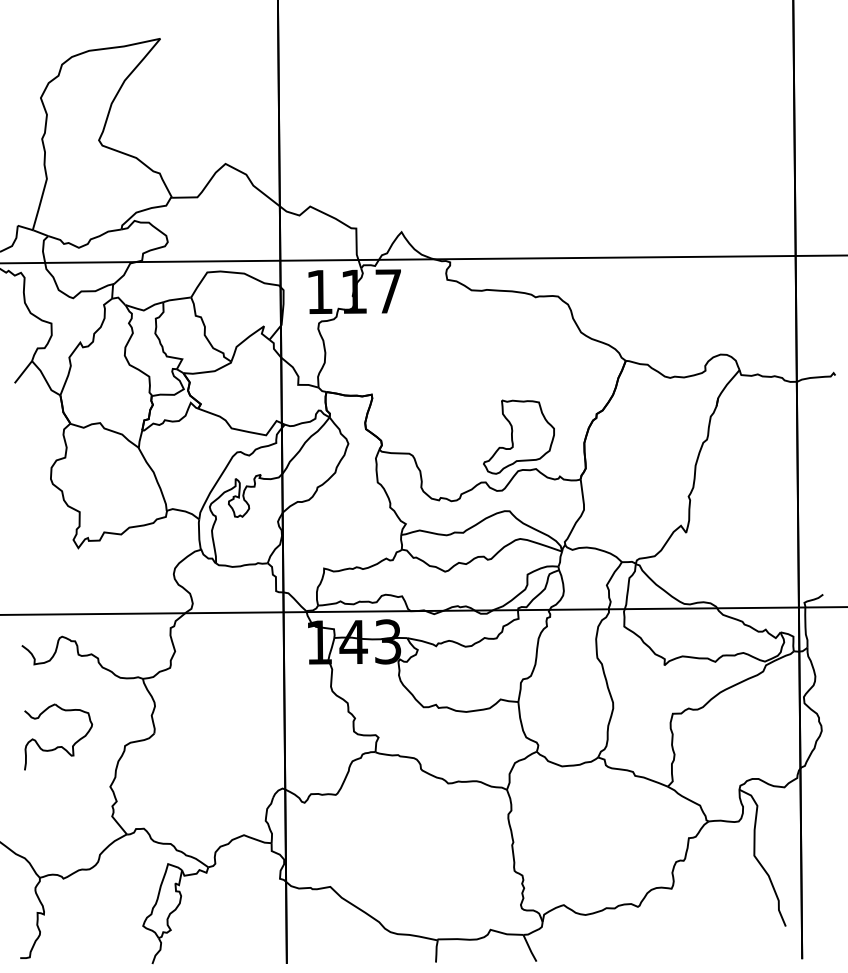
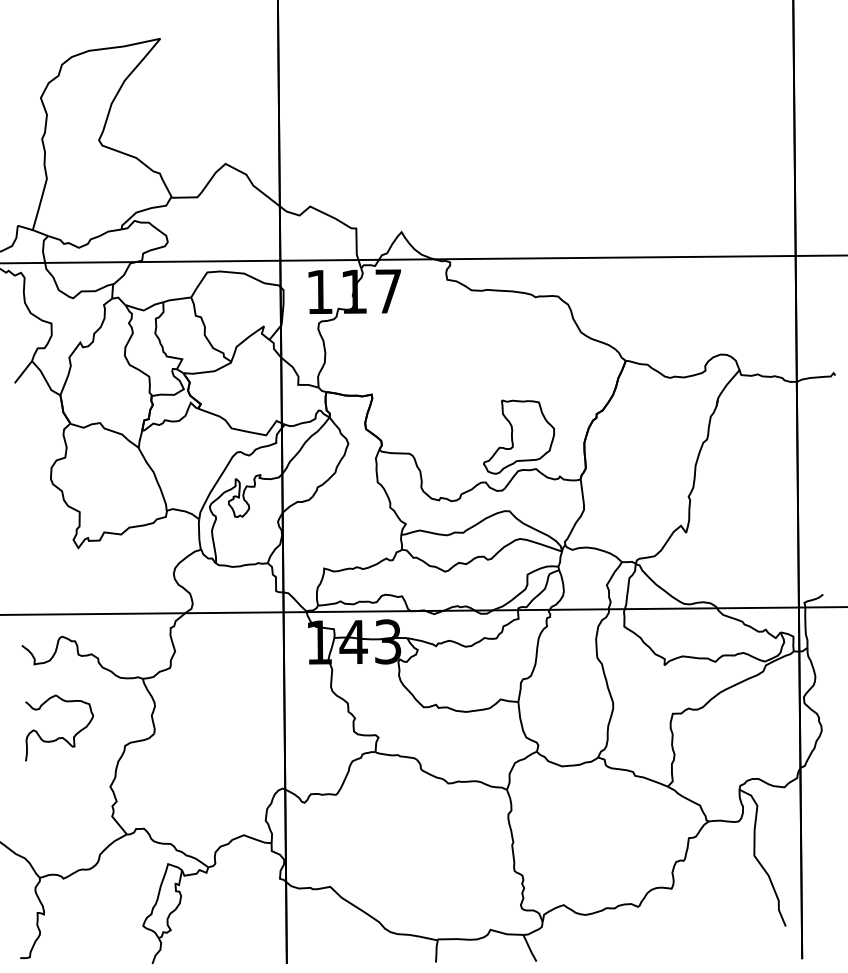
part at (58, 746) position: (58, 746) -> (59, 737)
